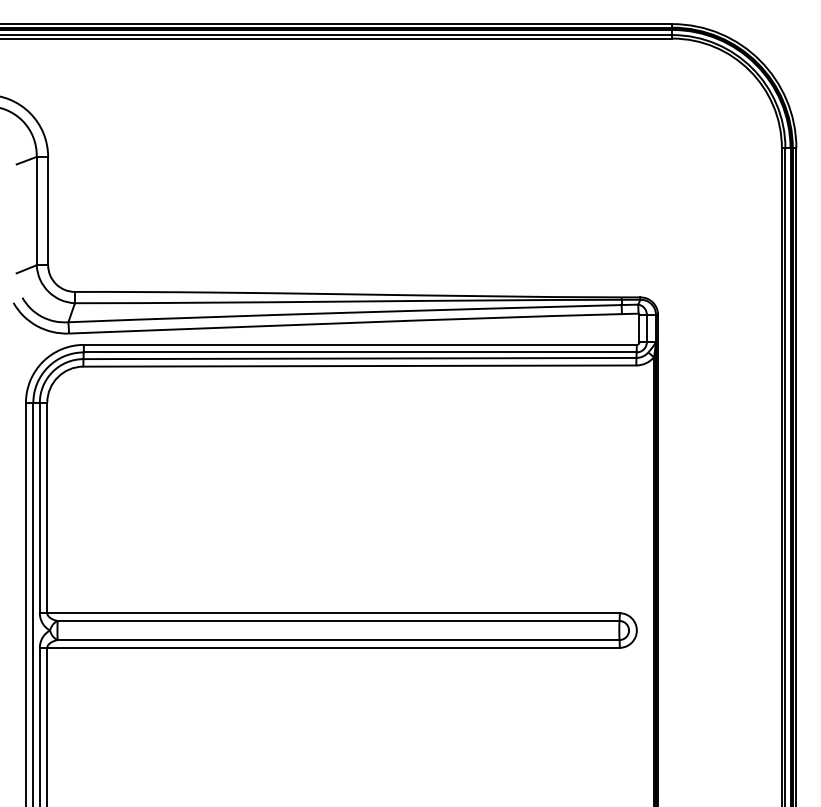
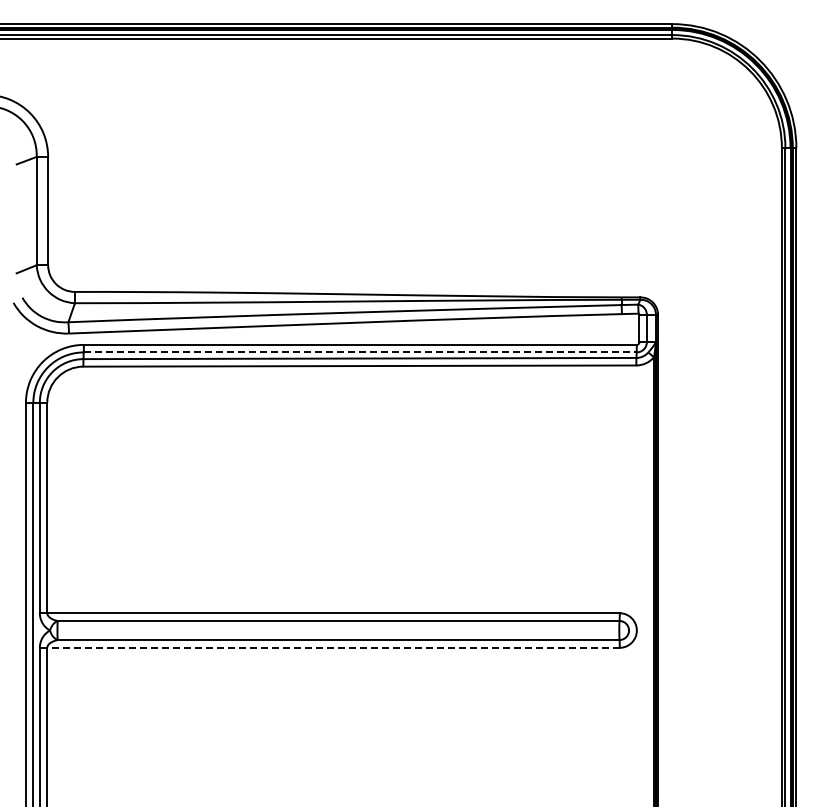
line at (360, 352): solid -> dashed
line at (329, 647): solid -> dashed
